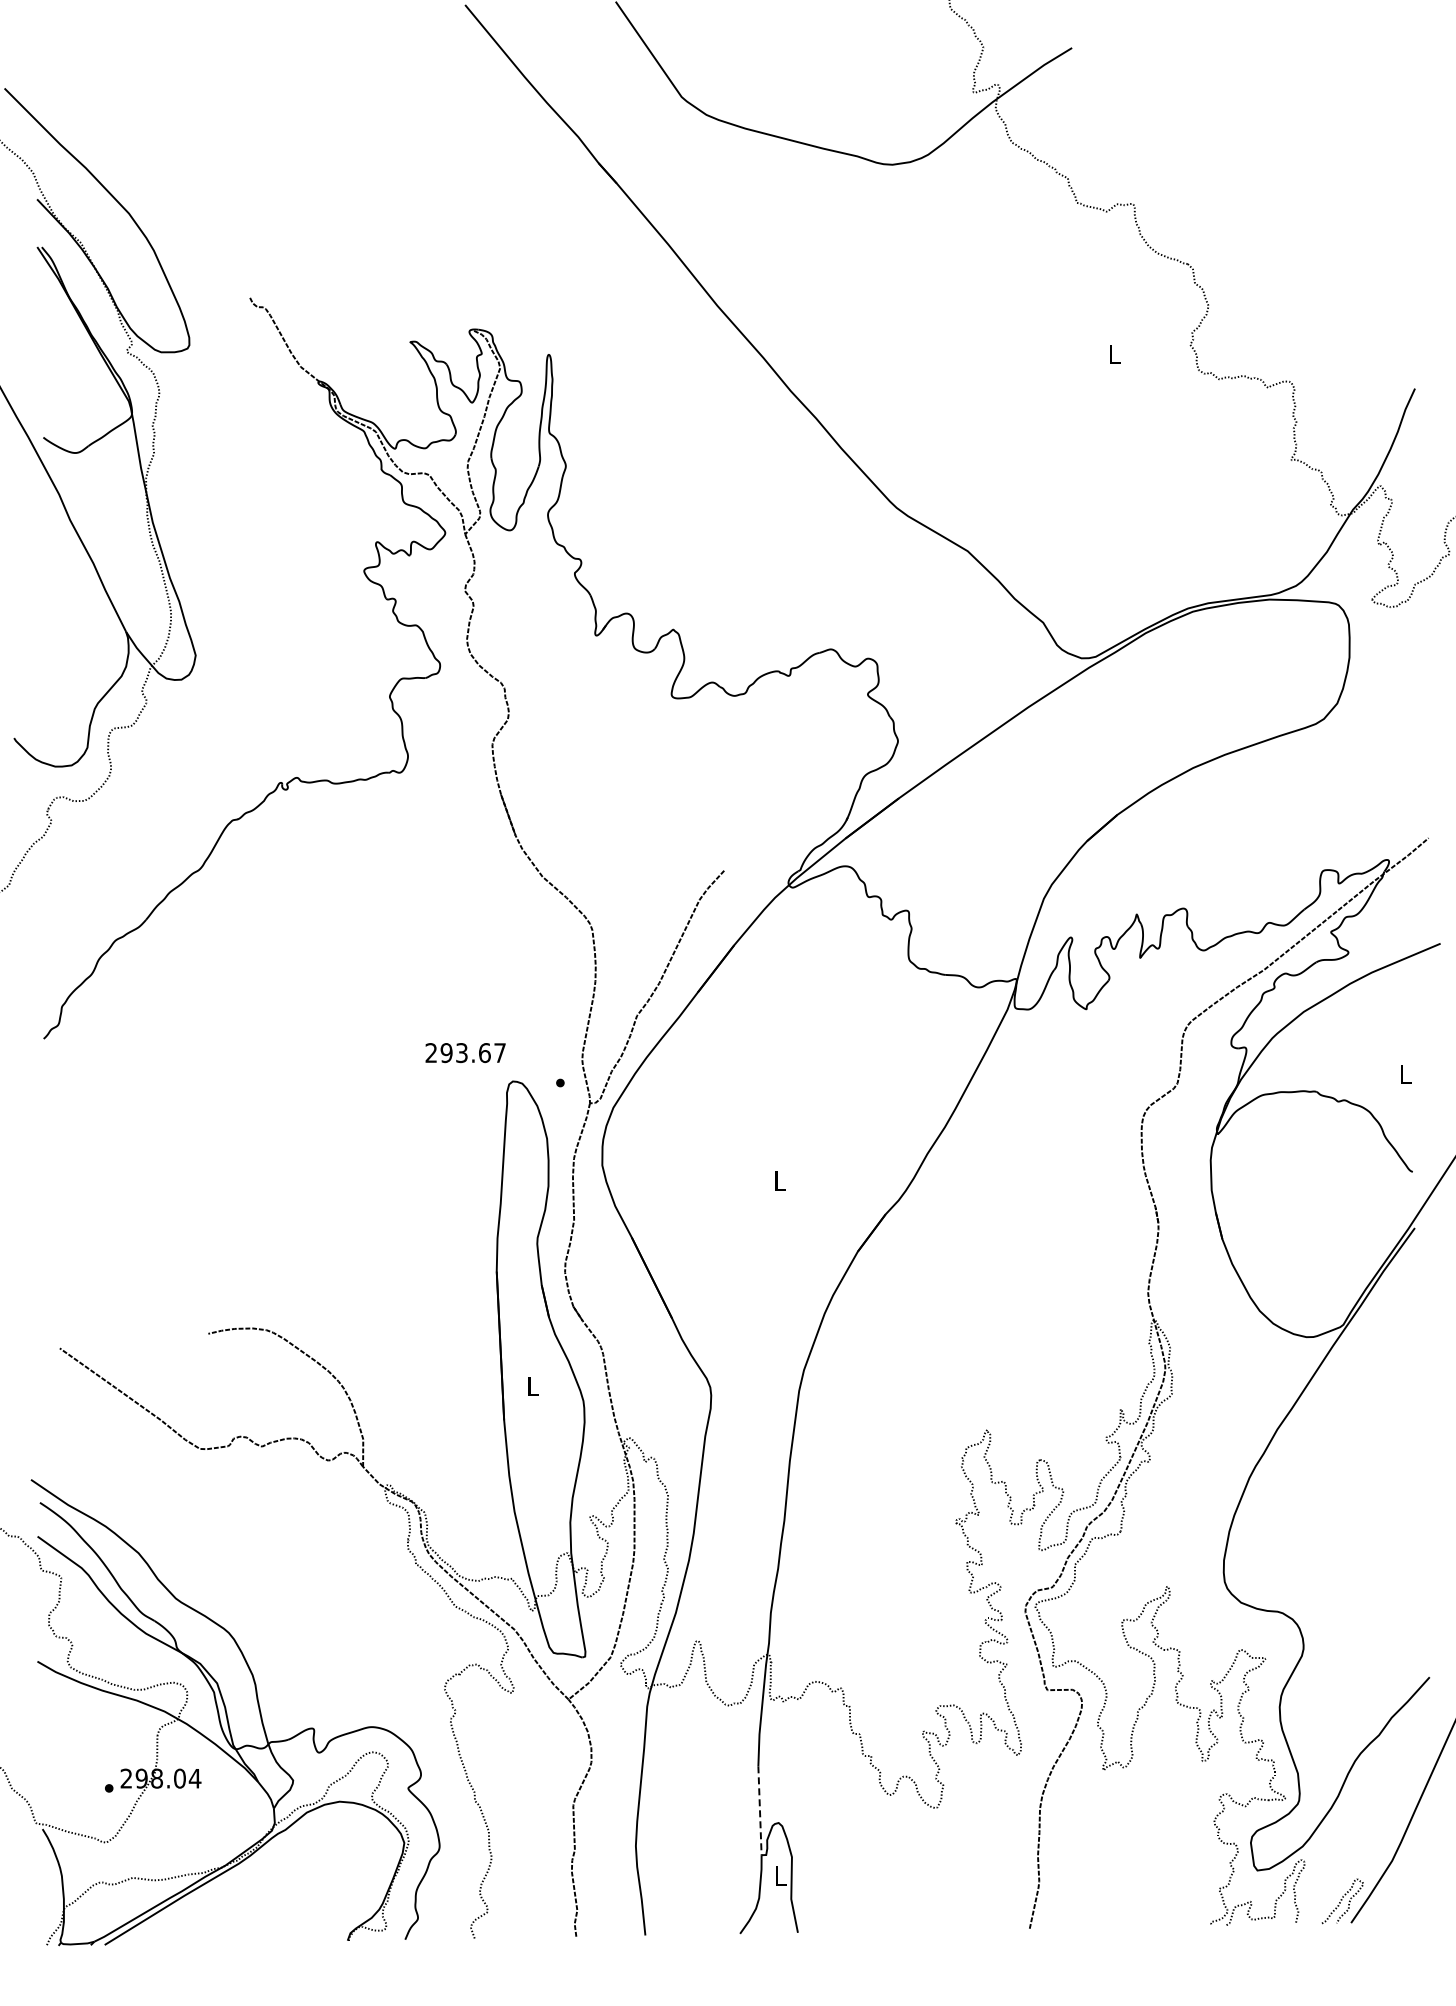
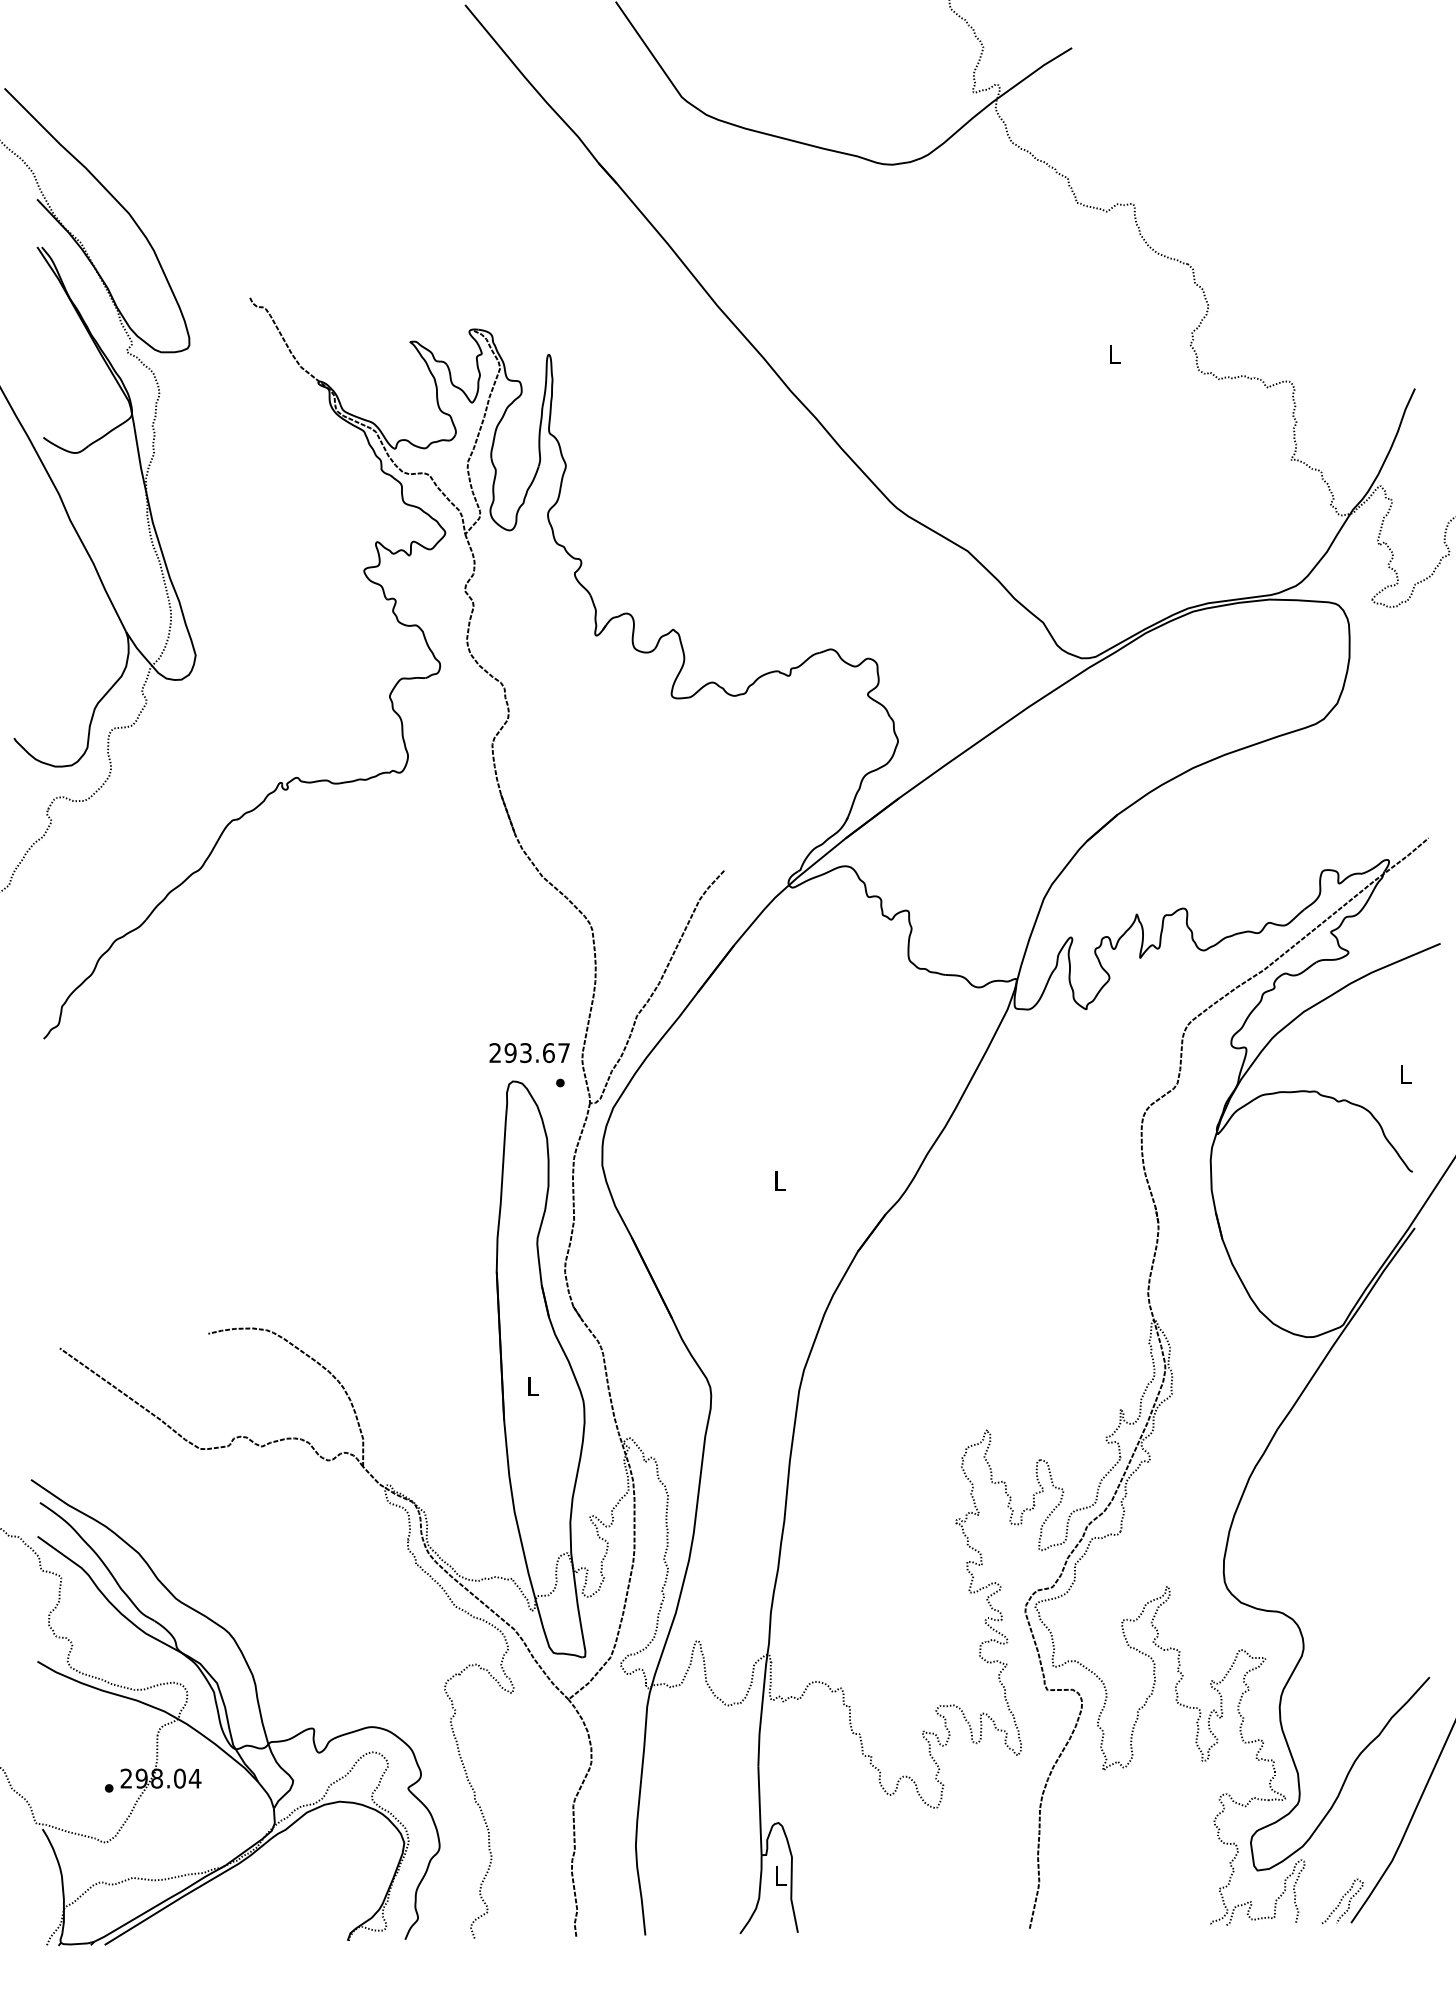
text at (465, 1053) position: (465, 1053) -> (529, 1053)
line at (760, 1811): dashed -> solid
